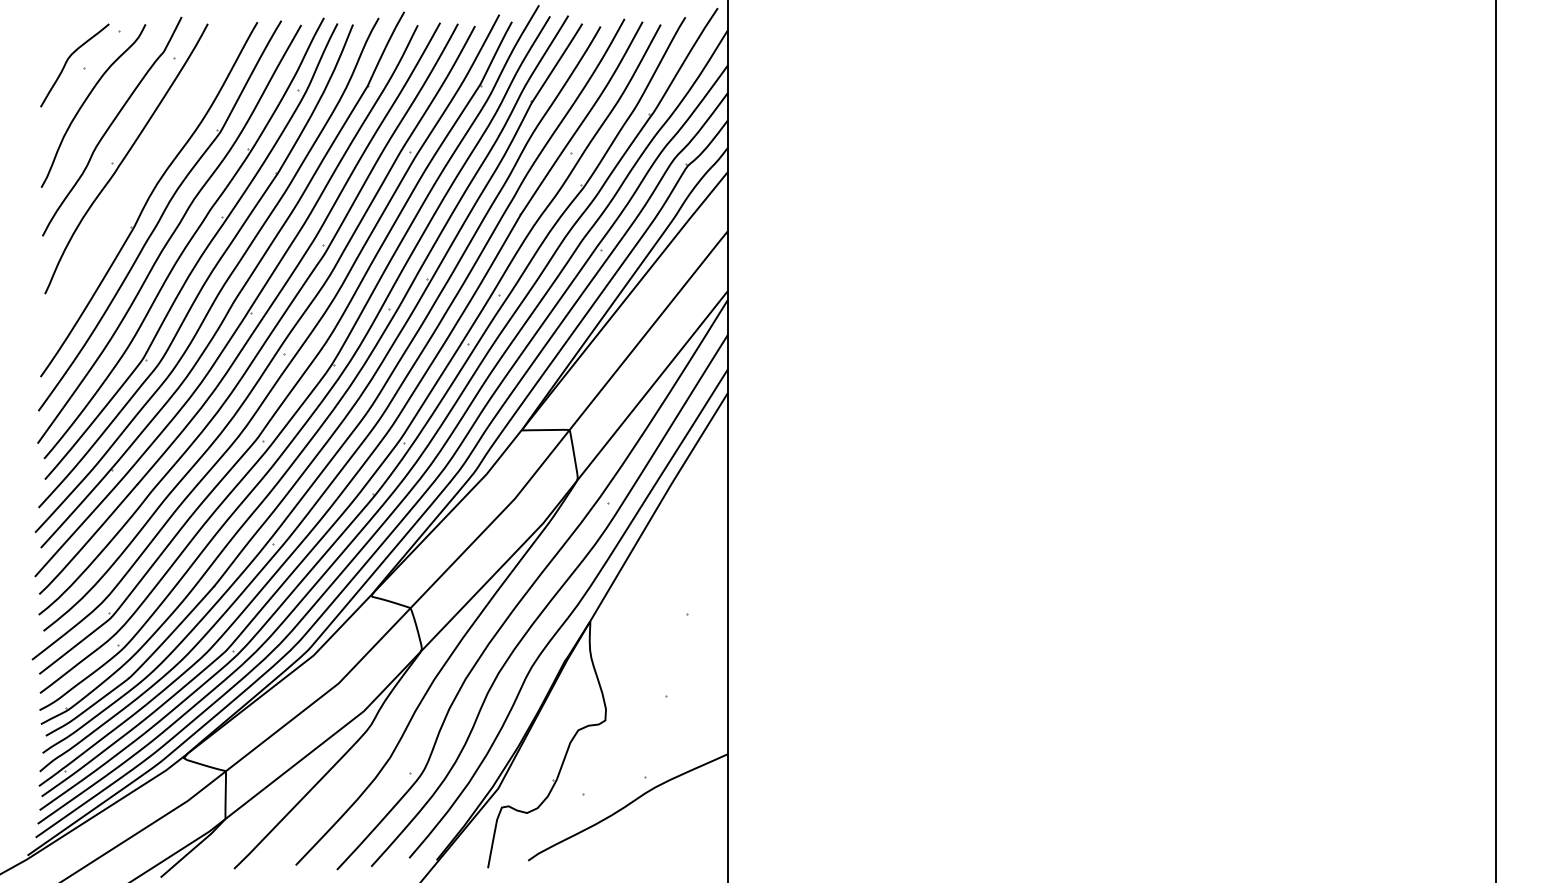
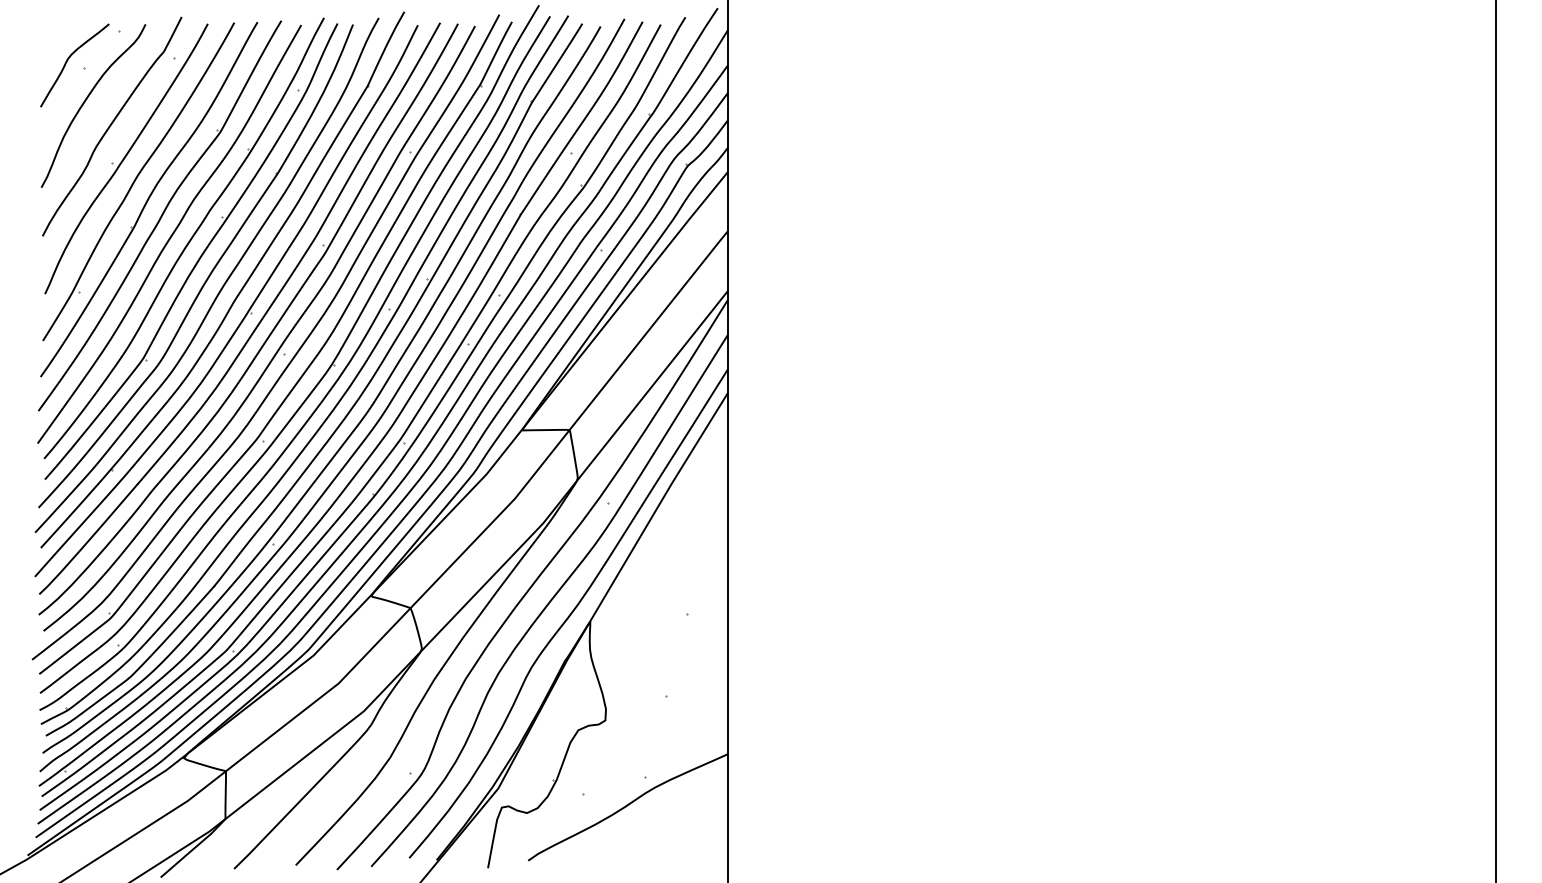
part at (138, 181): none -> present
